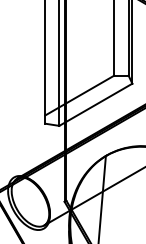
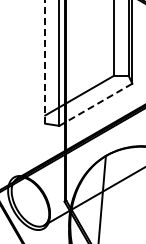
line at (45, 61): solid -> dashed
line at (96, 104): solid -> dashed
